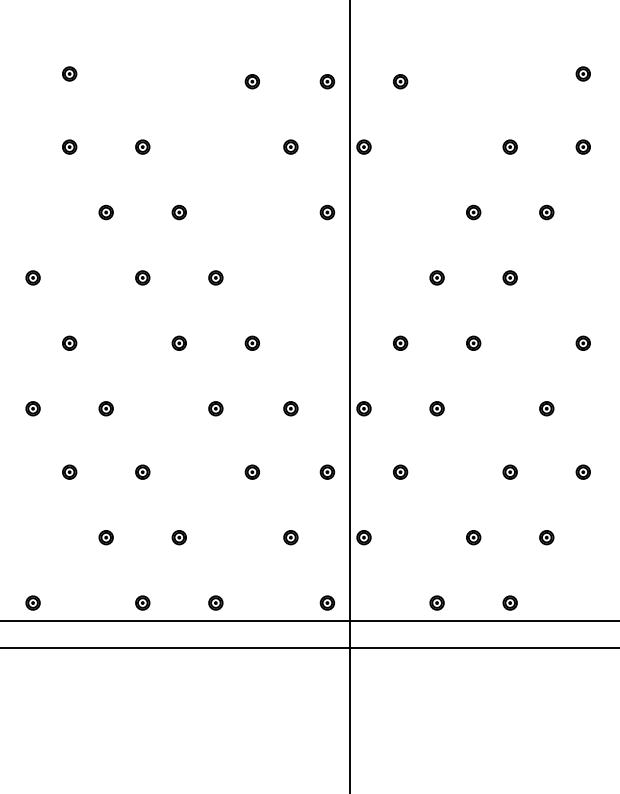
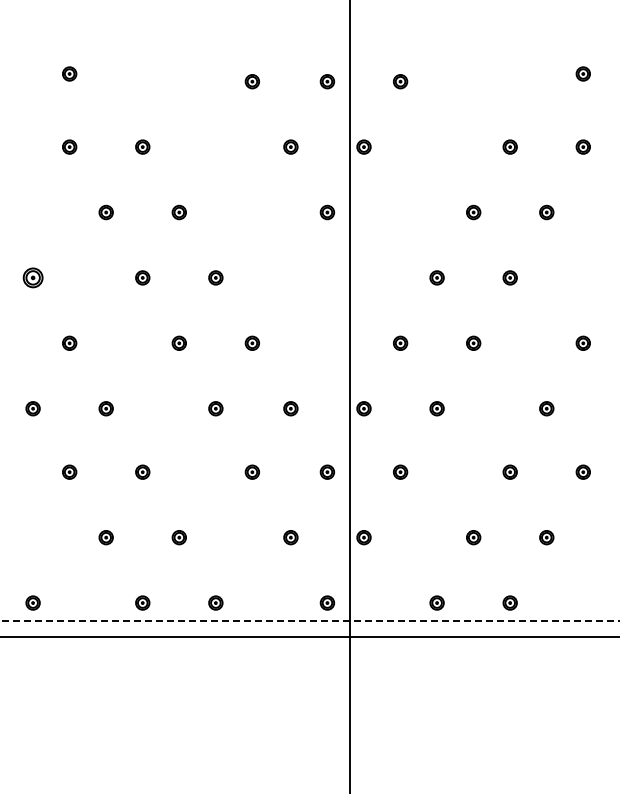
part at (32, 277) size: 16x16 px -> 22x22 px
line at (310, 621): solid -> dashed
line at (309, 648) position: (309, 648) -> (309, 637)
